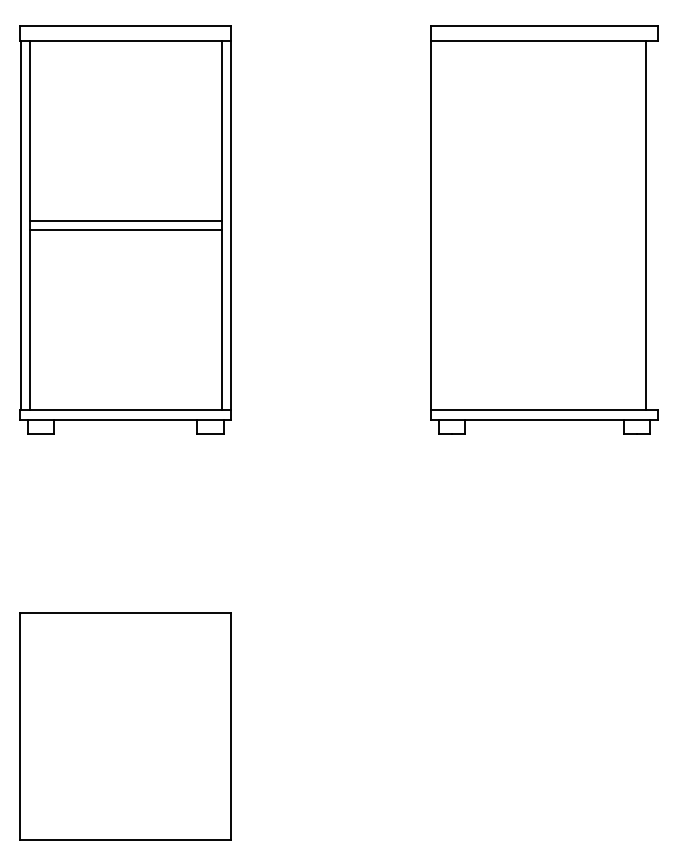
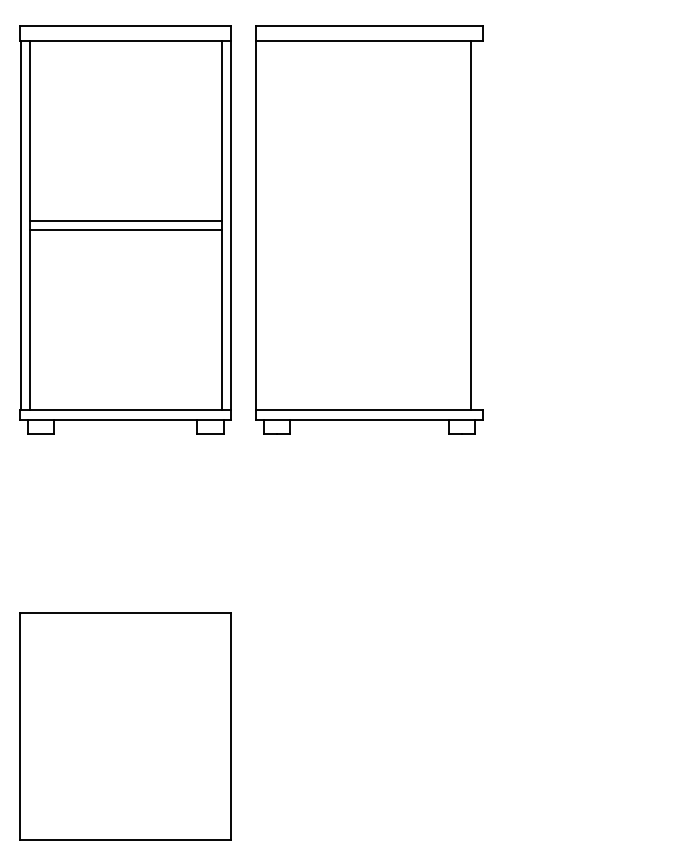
part at (544, 229) position: (544, 229) -> (369, 229)
